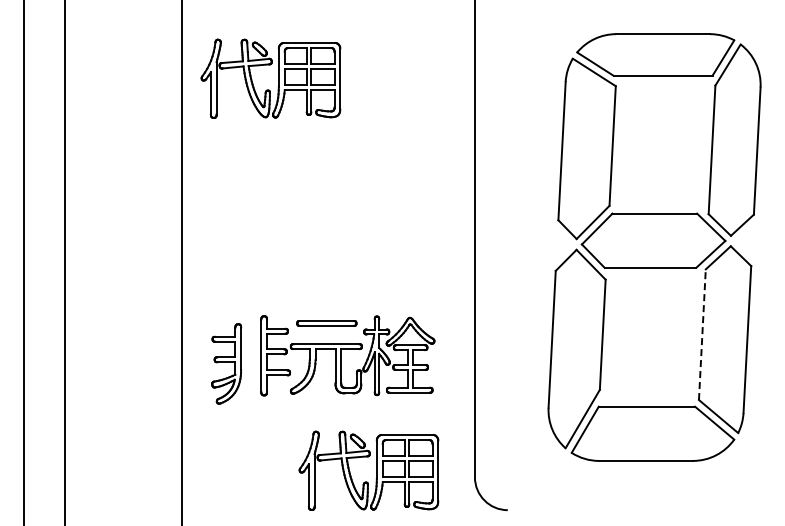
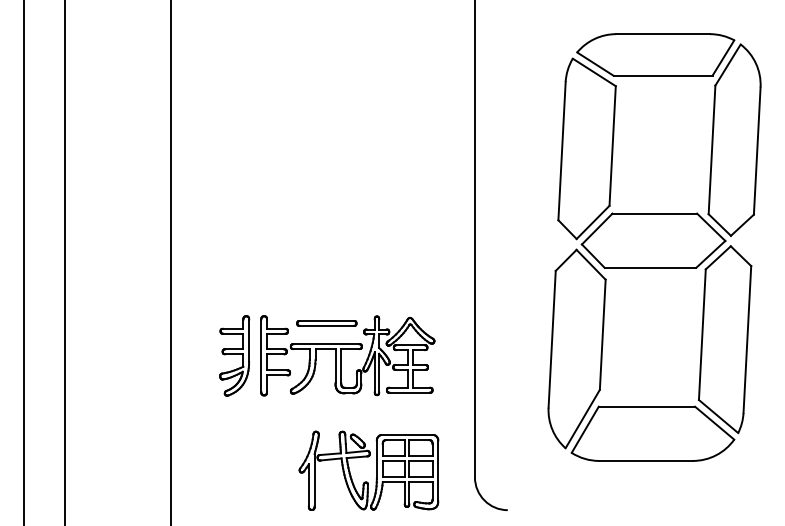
part at (278, 78): present -> none
line at (182, 262) position: (182, 262) -> (171, 262)
line at (702, 334): dashed -> solid
part at (226, 363) position: (226, 363) -> (234, 355)
